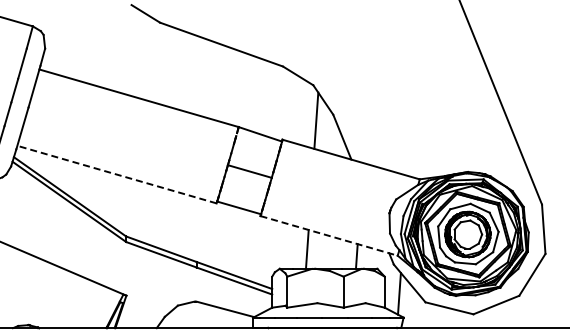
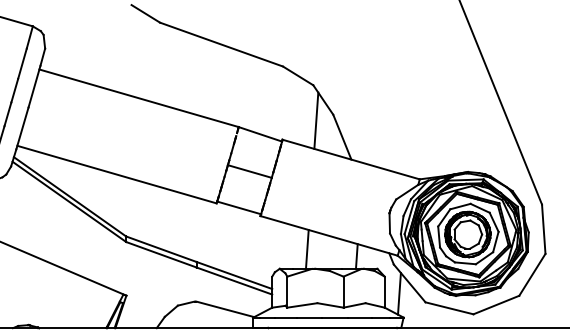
line at (117, 174): dashed -> solid
line at (329, 236): dashed -> solid
